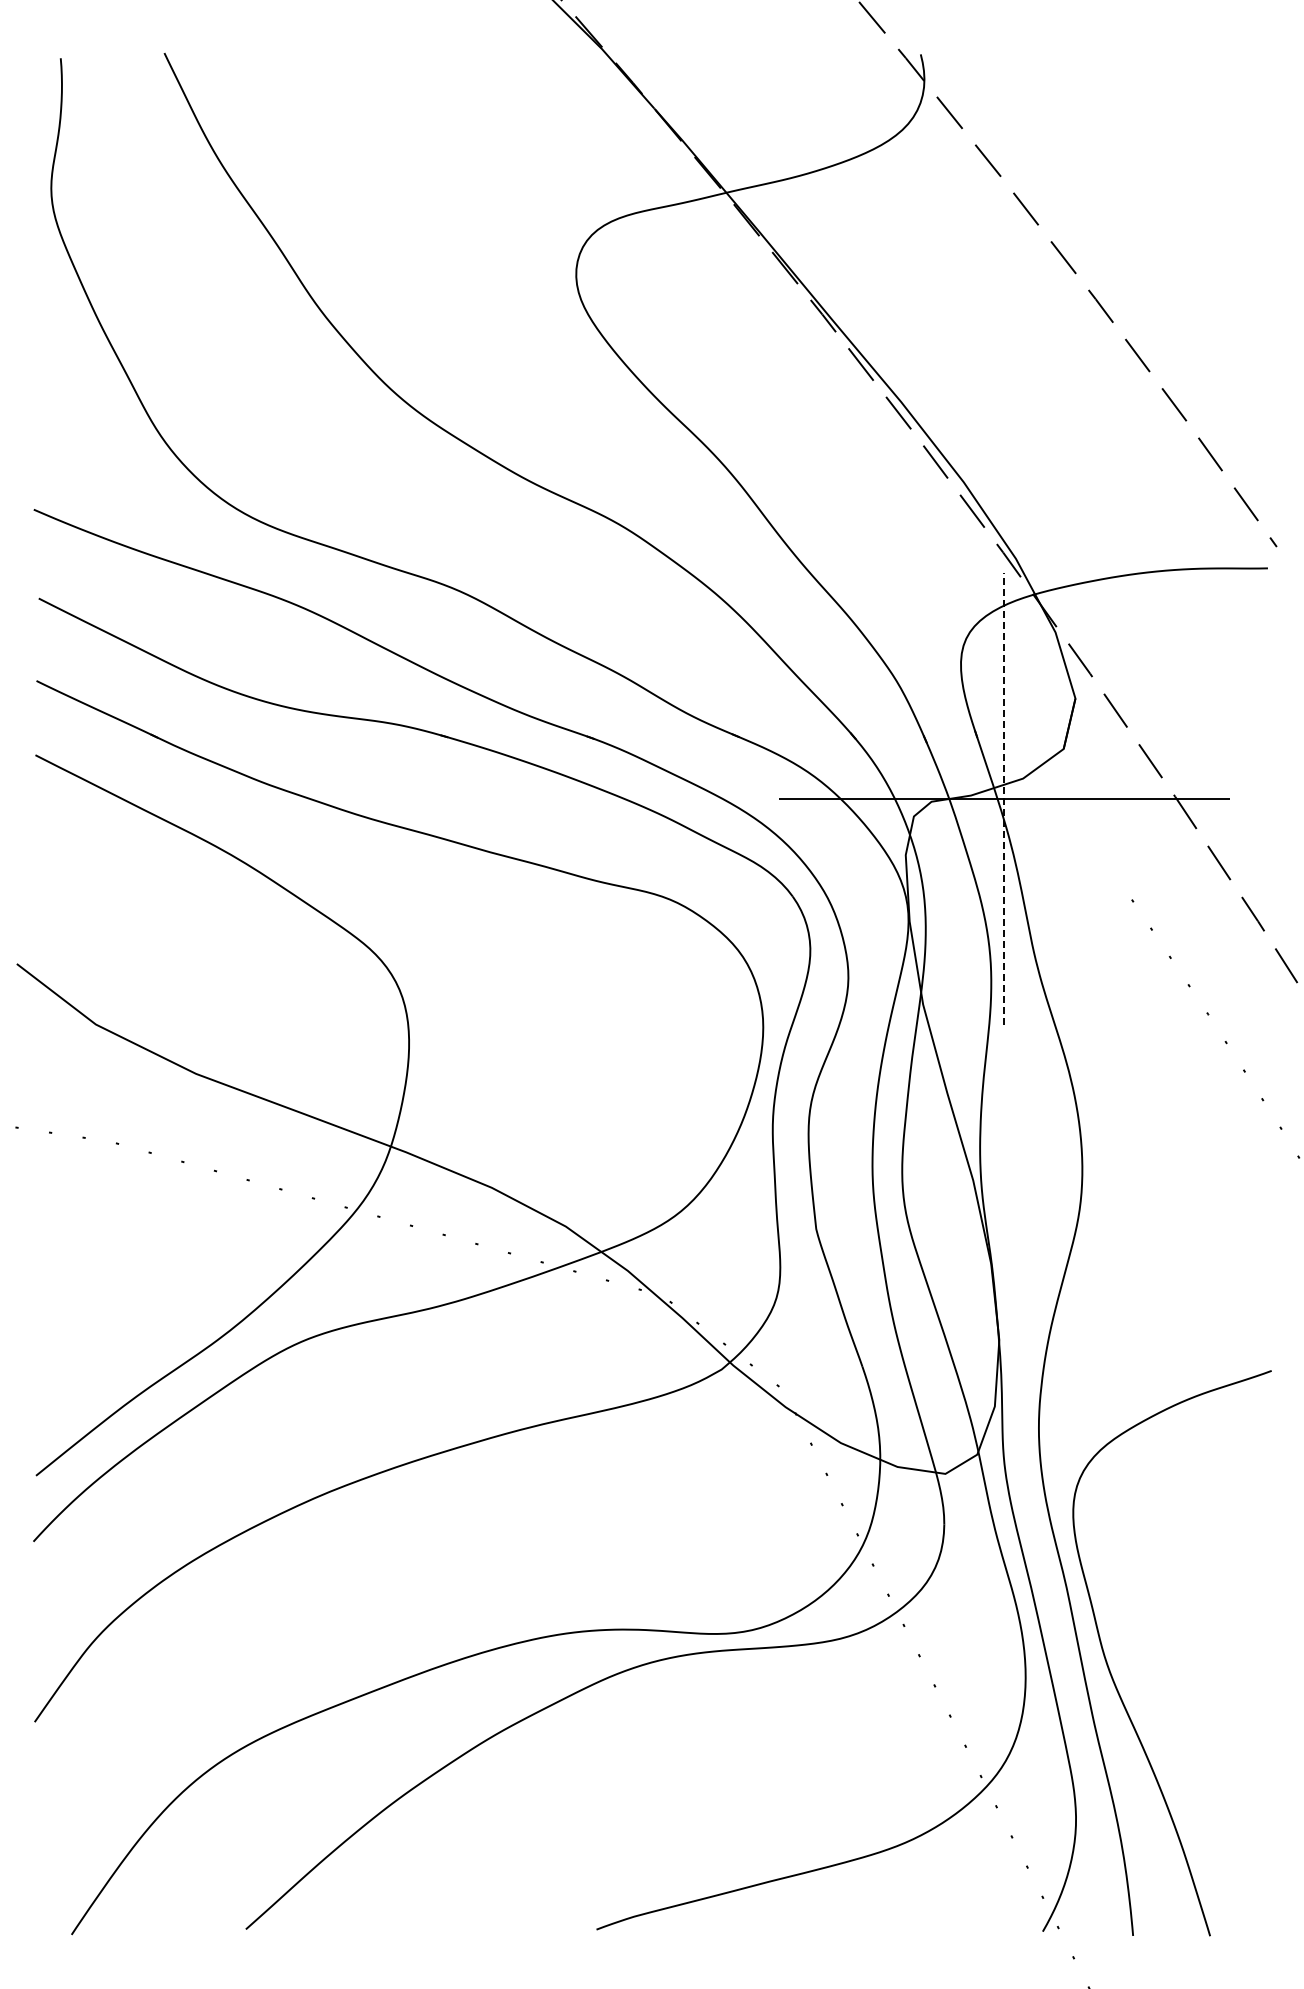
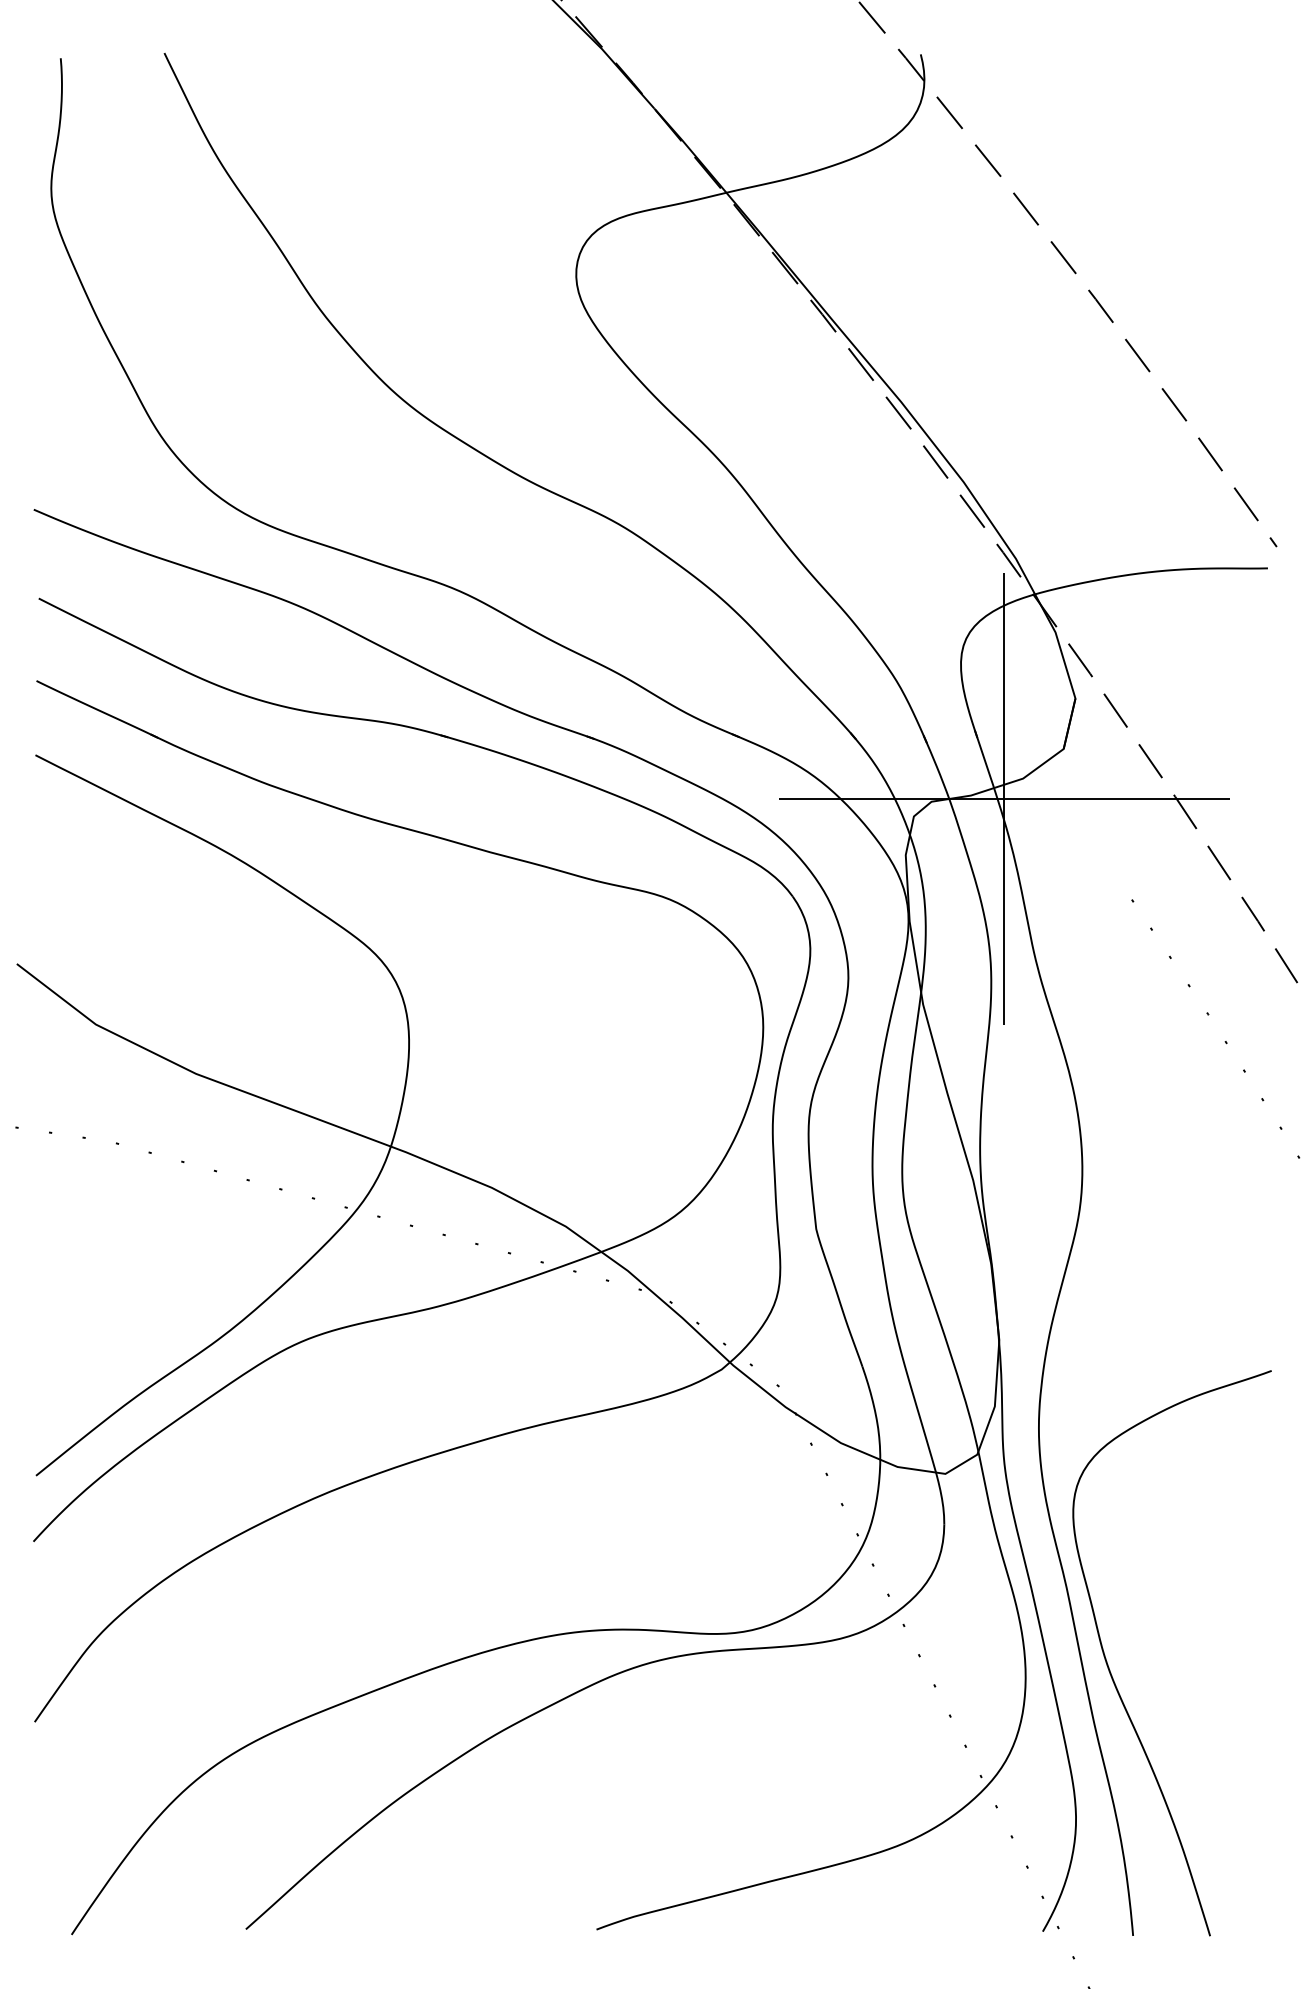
line at (1004, 798): dashed -> solid
